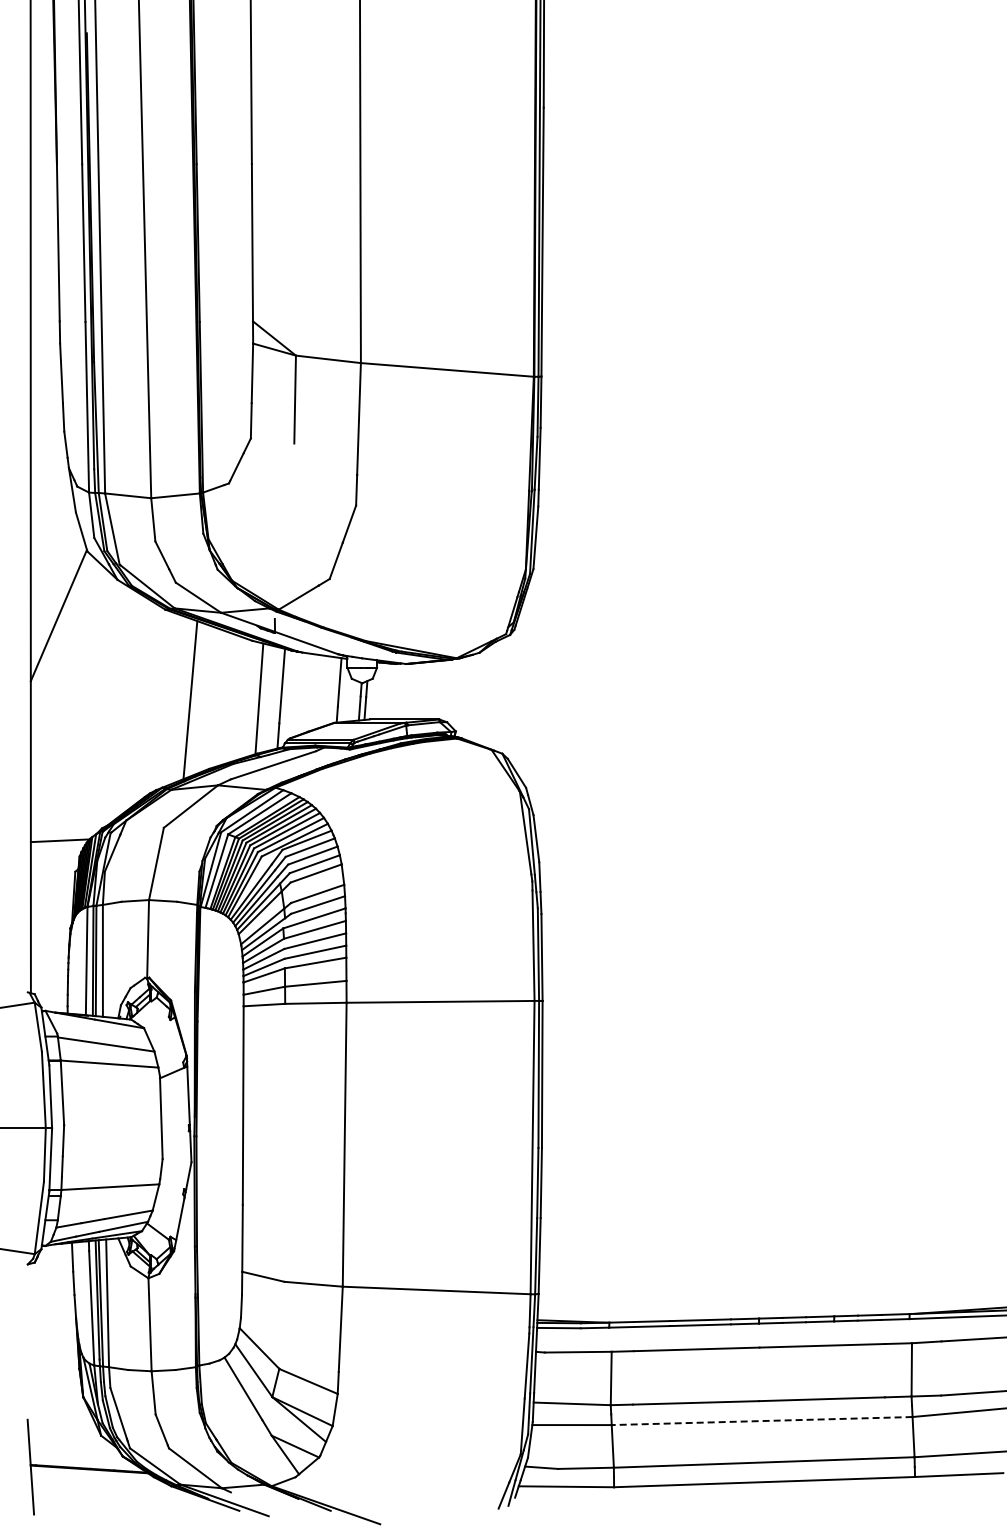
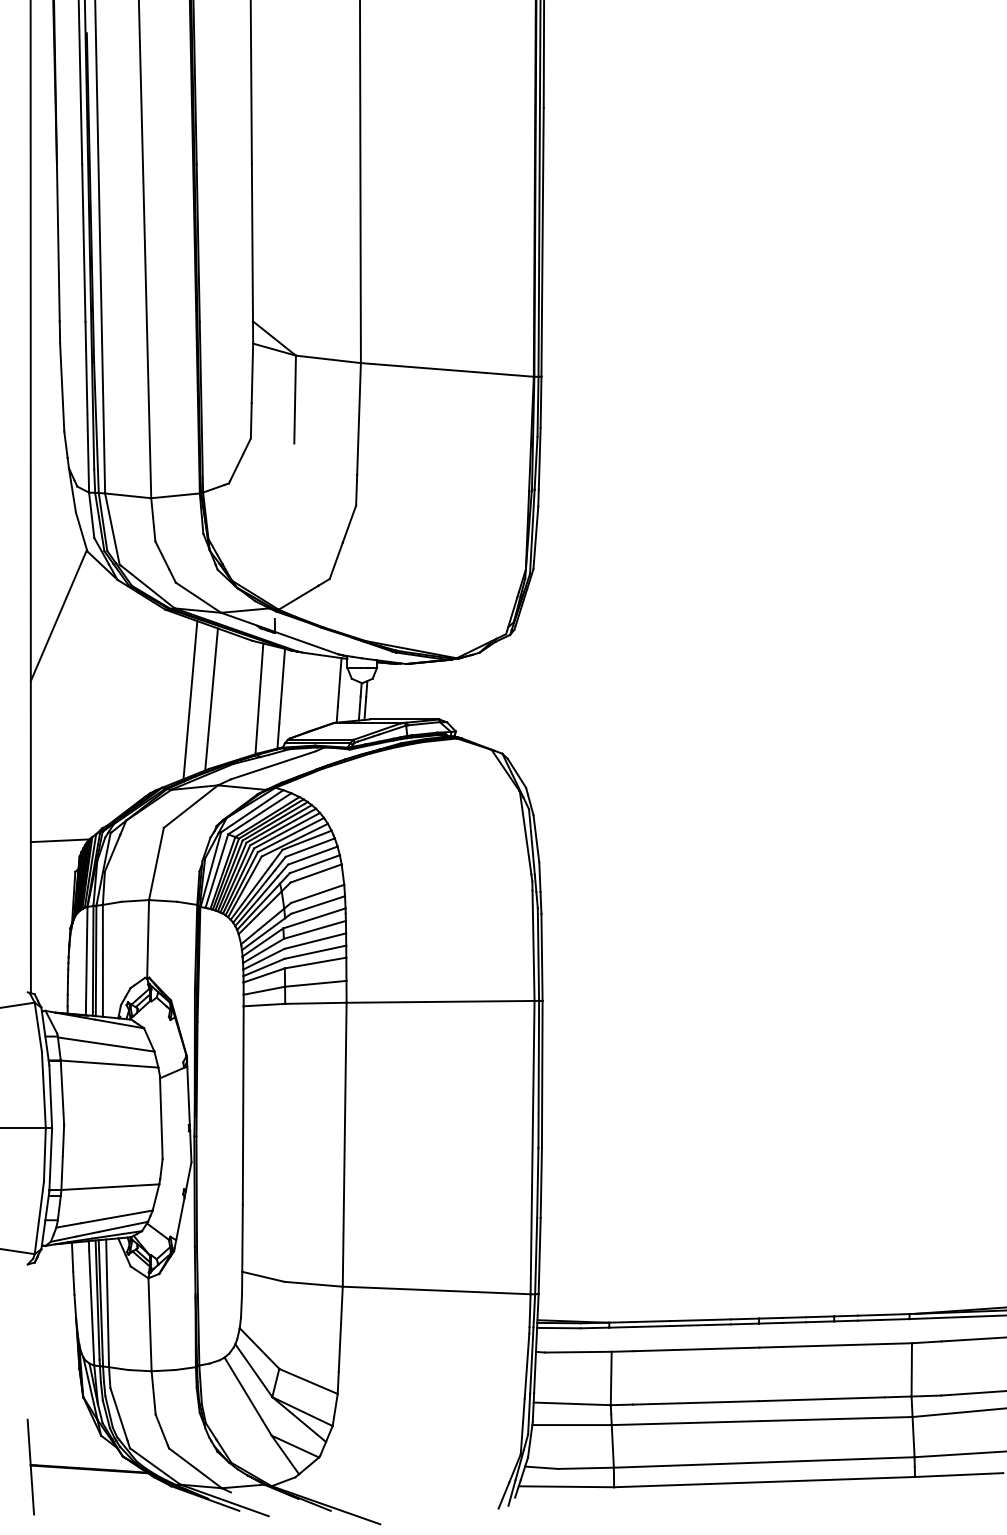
line at (211, 699): none -> present
line at (761, 1421): dashed -> solid
